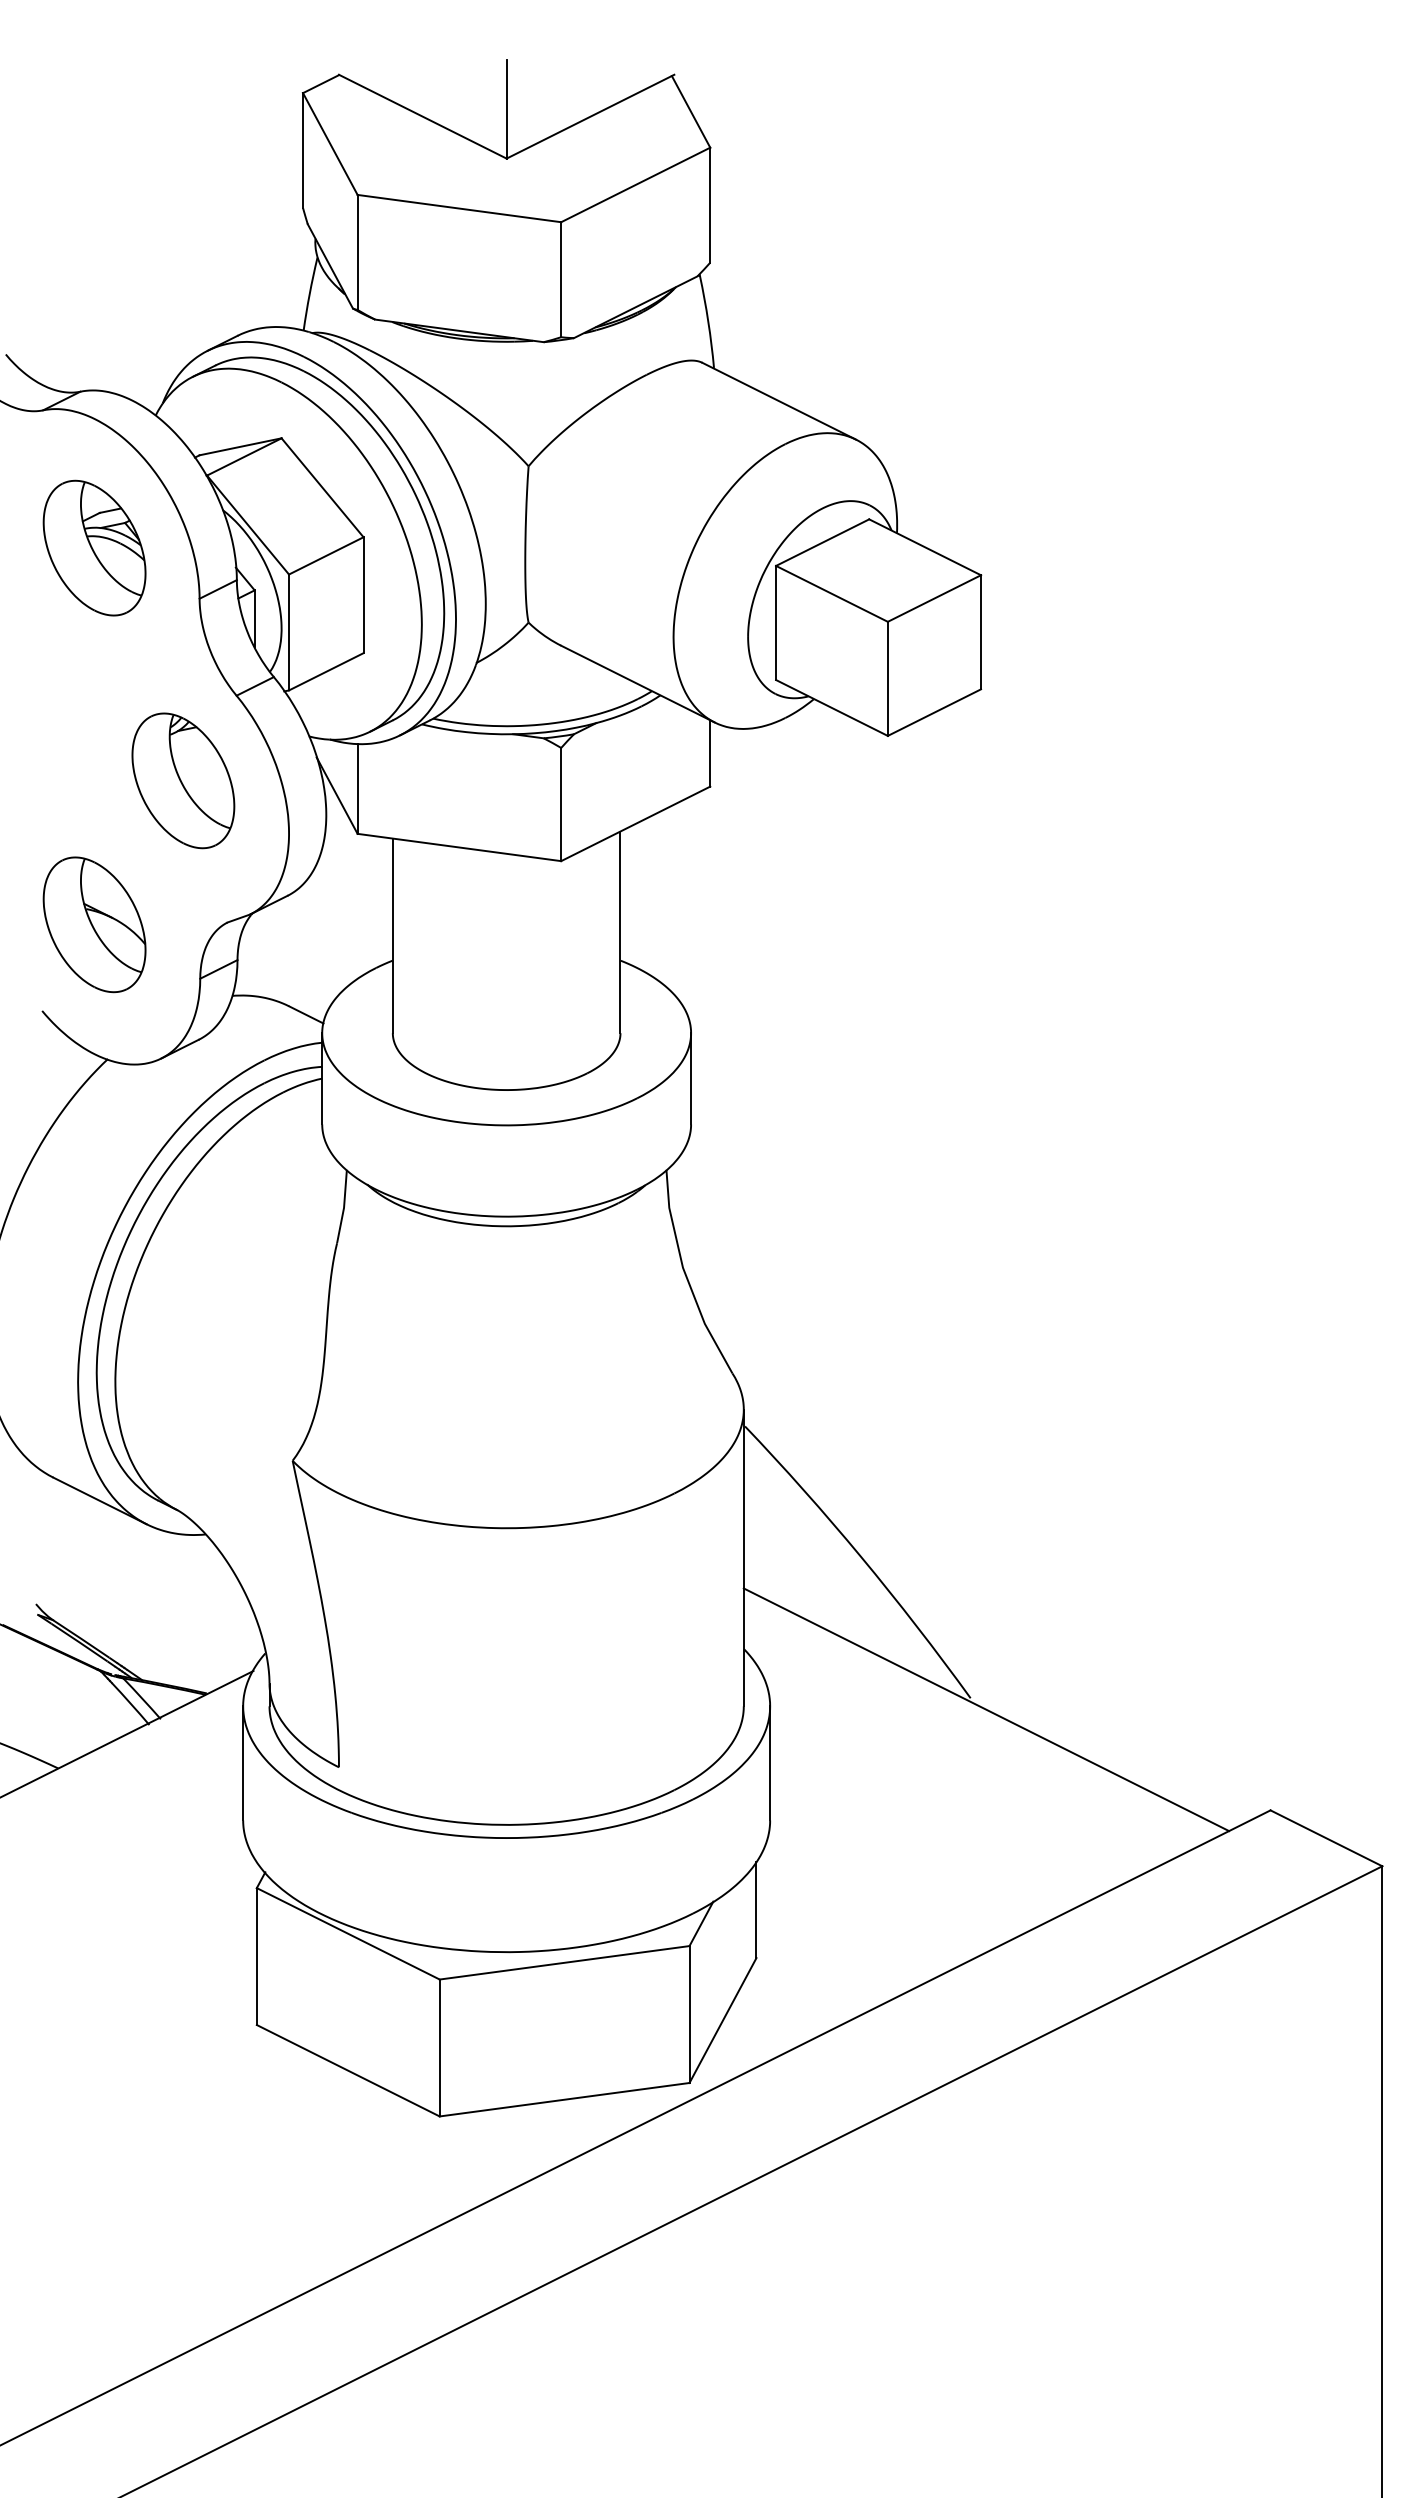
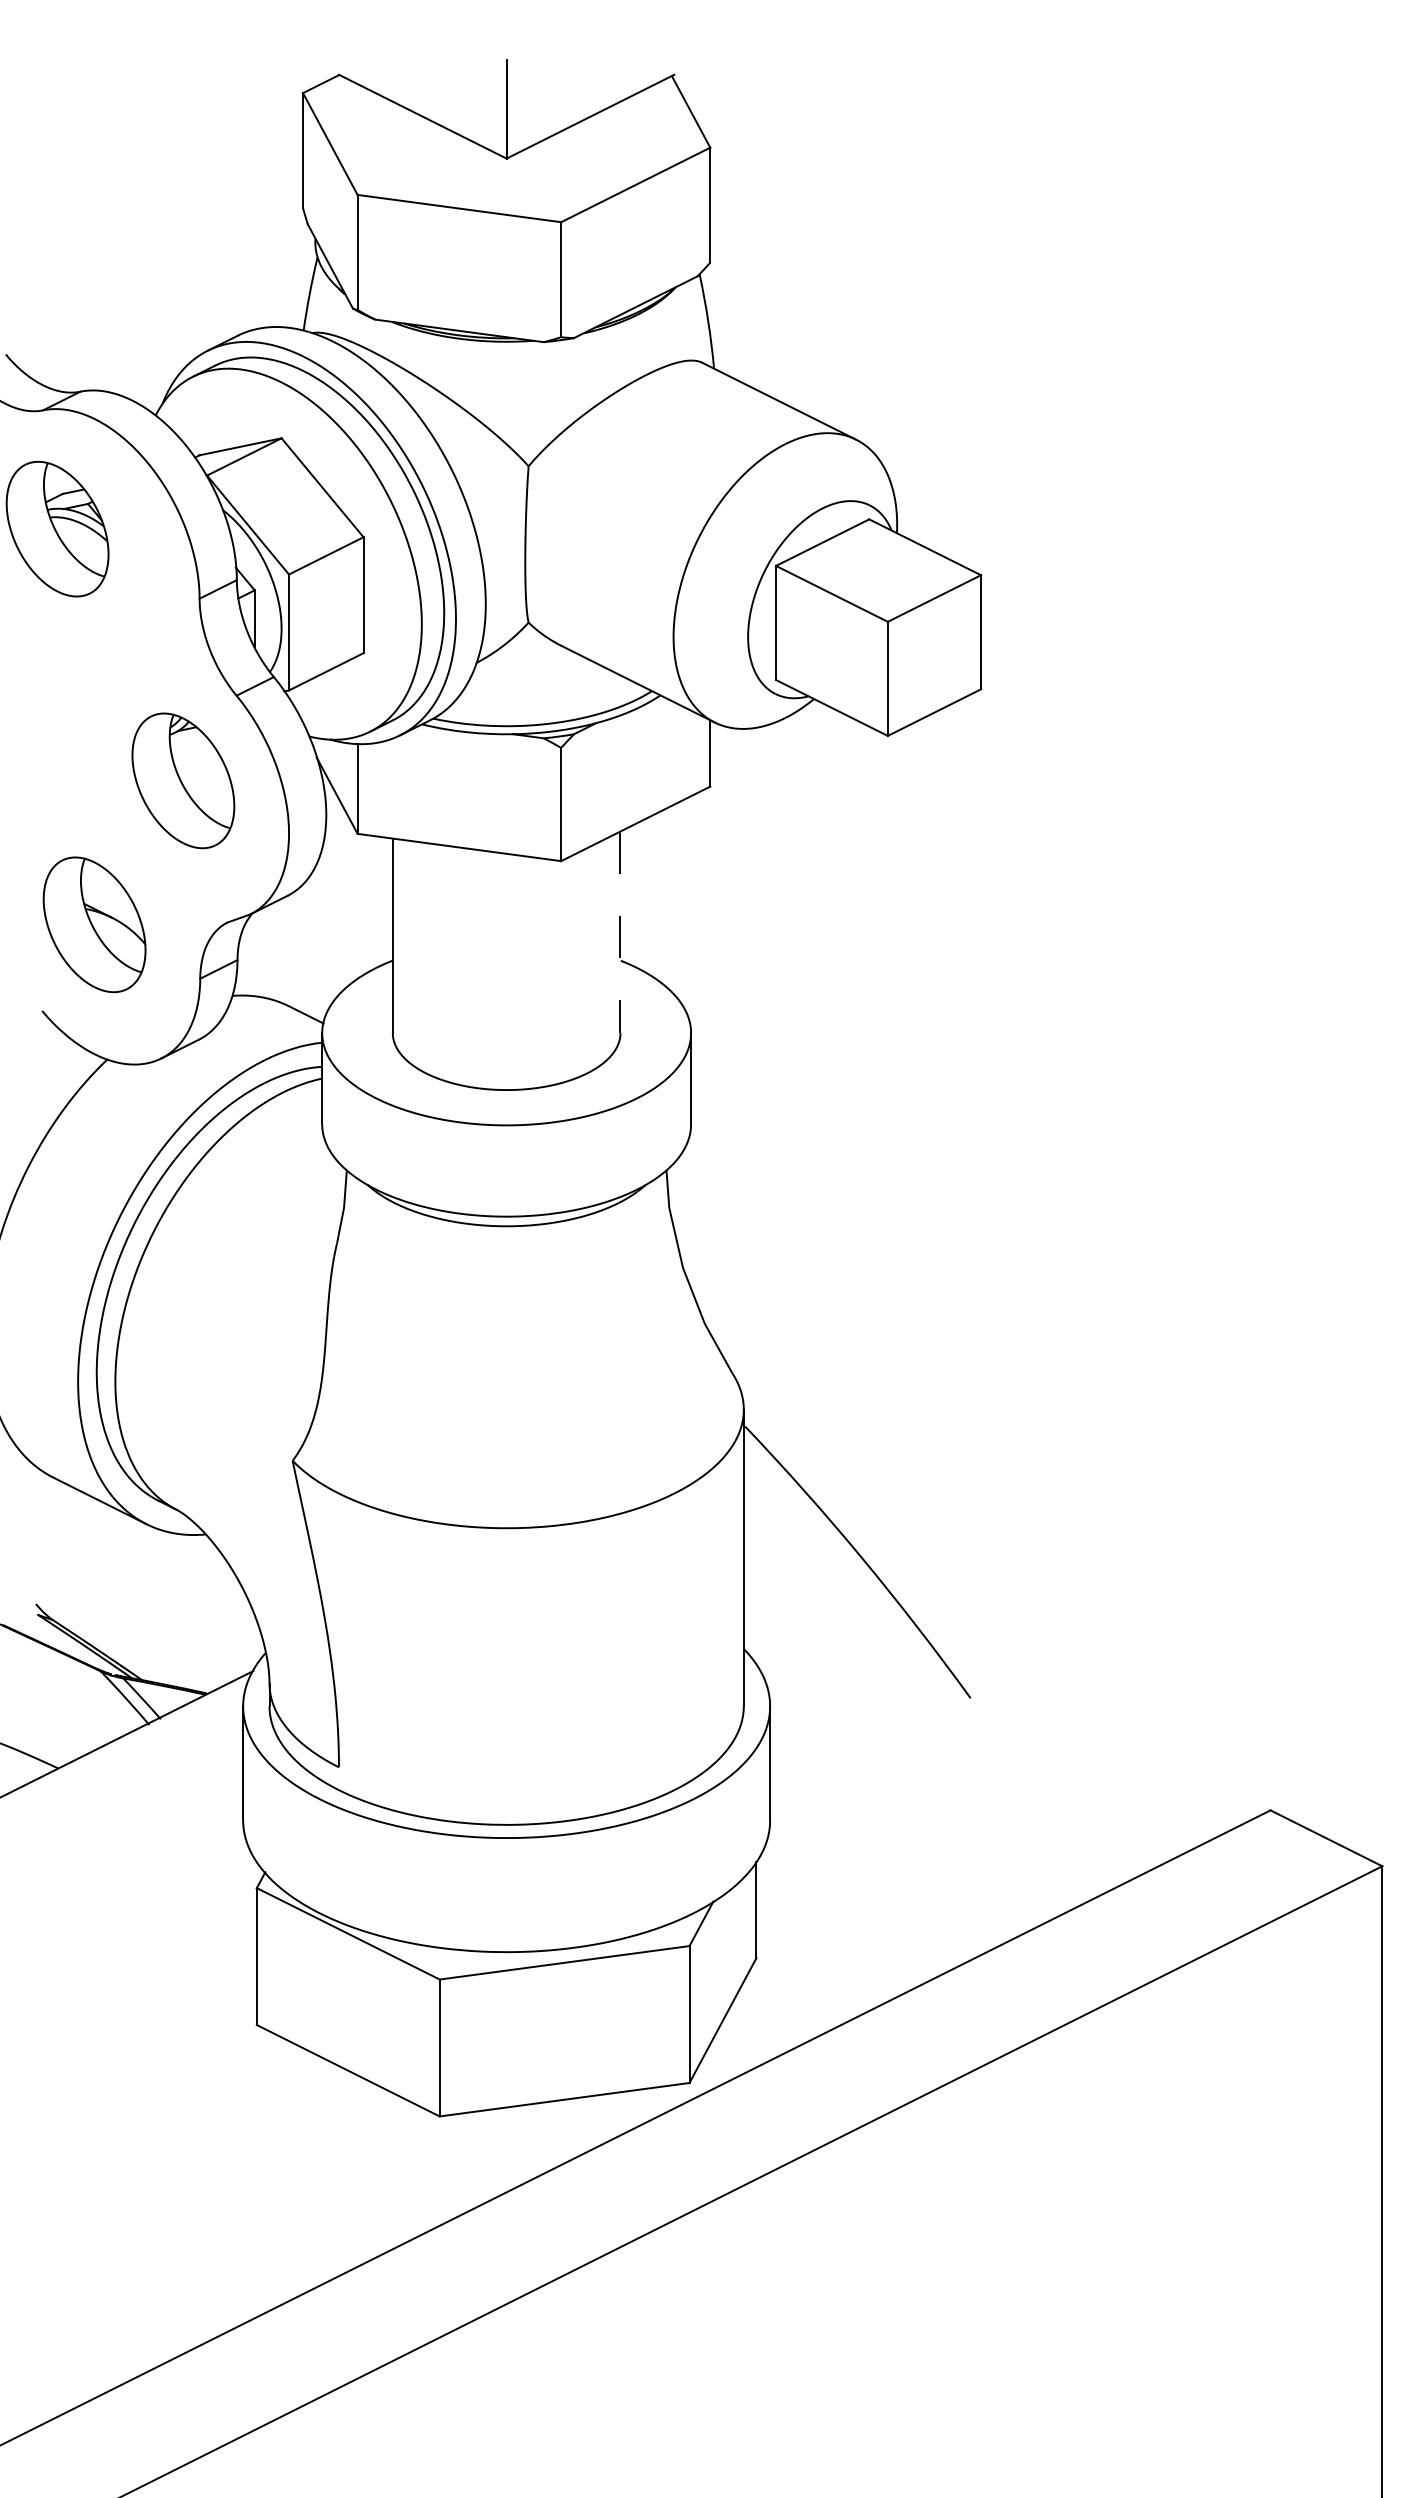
part at (94, 547) position: (94, 547) -> (57, 528)
line at (620, 932): solid -> dashed
line at (986, 1709): present -> none
